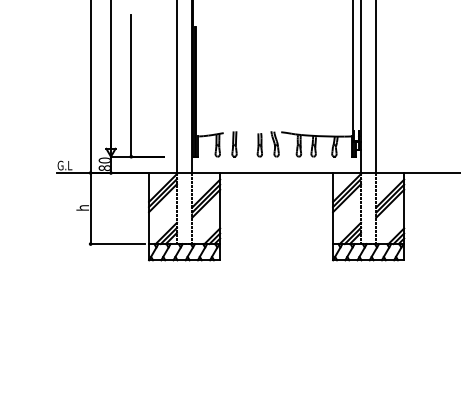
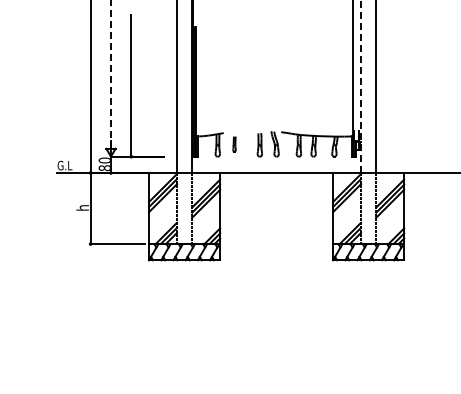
line at (110, 74): solid -> dashed
line at (361, 86): solid -> dashed
part at (234, 144) size: 7x27 px -> 5x17 px
